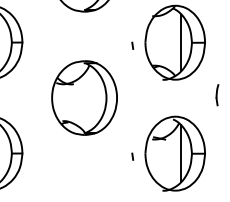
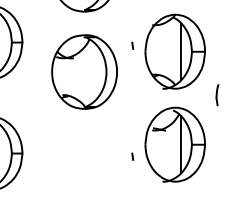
part at (174, 42) position: (174, 42) -> (174, 51)
part at (84, 97) position: (84, 97) -> (84, 71)
part at (174, 153) position: (174, 153) -> (174, 144)
